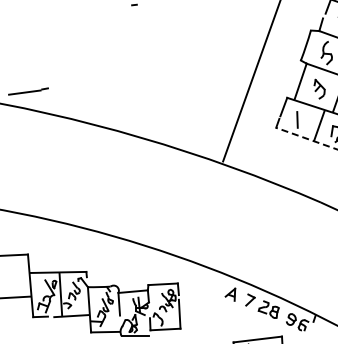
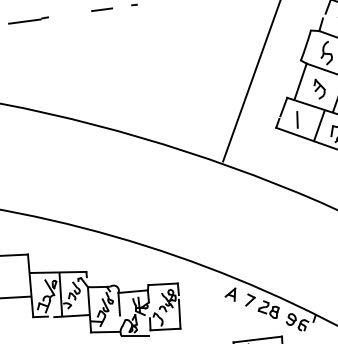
line at (101, 9): none -> present
line at (28, 91) position: (28, 91) -> (28, 20)
line at (306, 138): dashed -> solid
